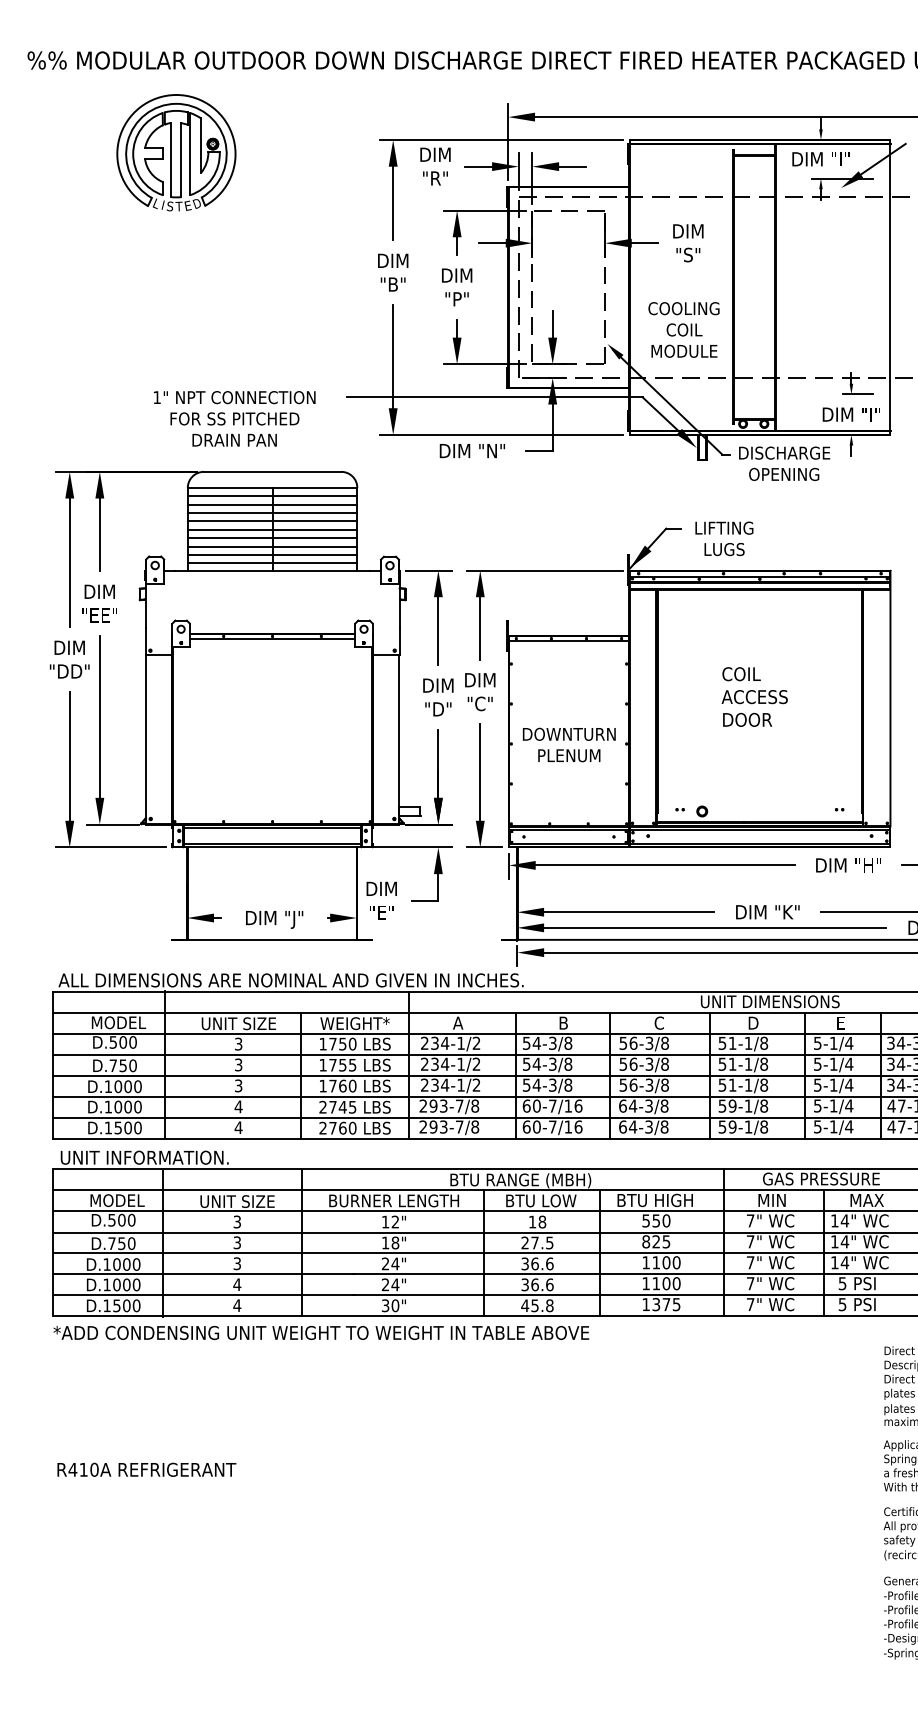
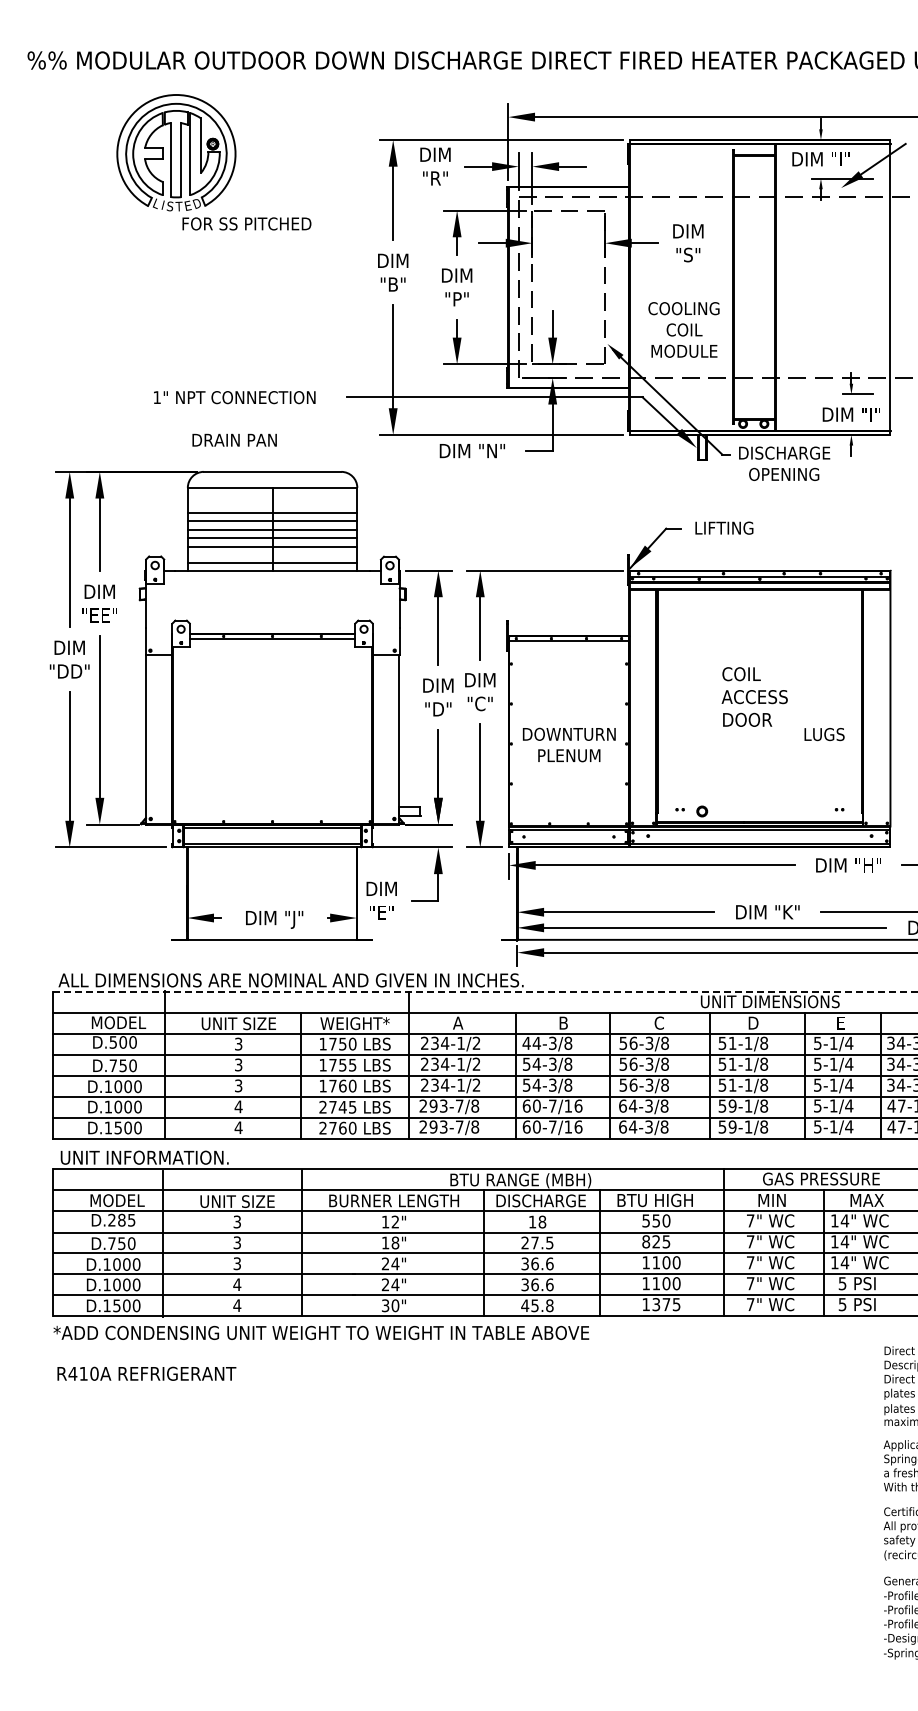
text at (234, 418) position: (234, 418) -> (246, 223)
line at (272, 496): present -> none
line at (272, 504): present -> none
text at (724, 549) position: (724, 549) -> (824, 734)
line at (272, 555): present -> none
line at (485, 992): solid -> dashed
text at (526, 1042): 54-3/8 -> 44-3/8
text at (540, 1200): BTU LOW -> DISCHARGE
text at (121, 1219): D.500 -> D.285
text at (146, 1469) position: (146, 1469) -> (146, 1373)
